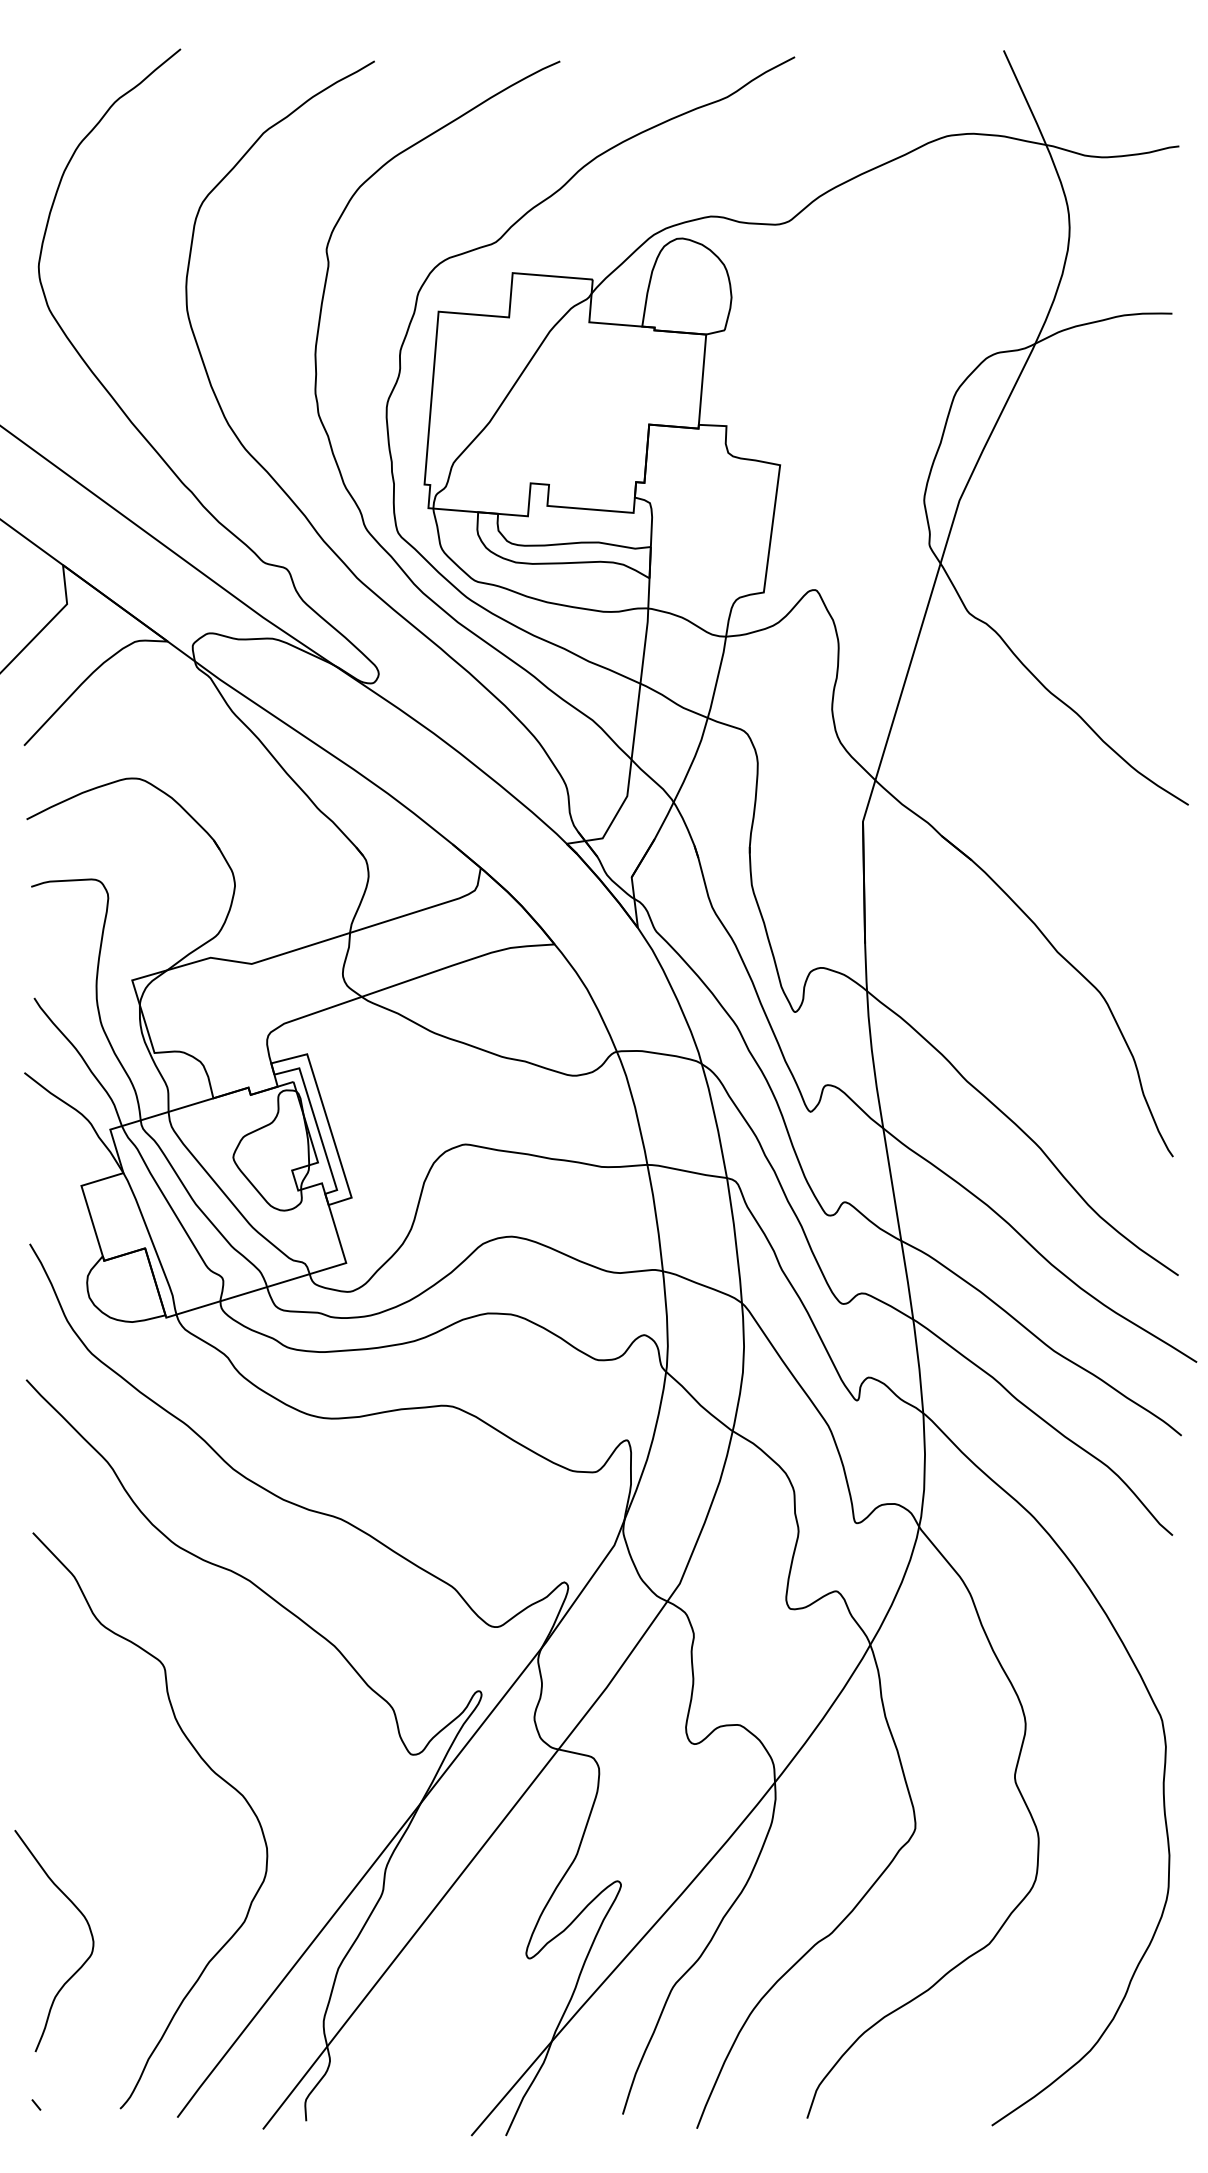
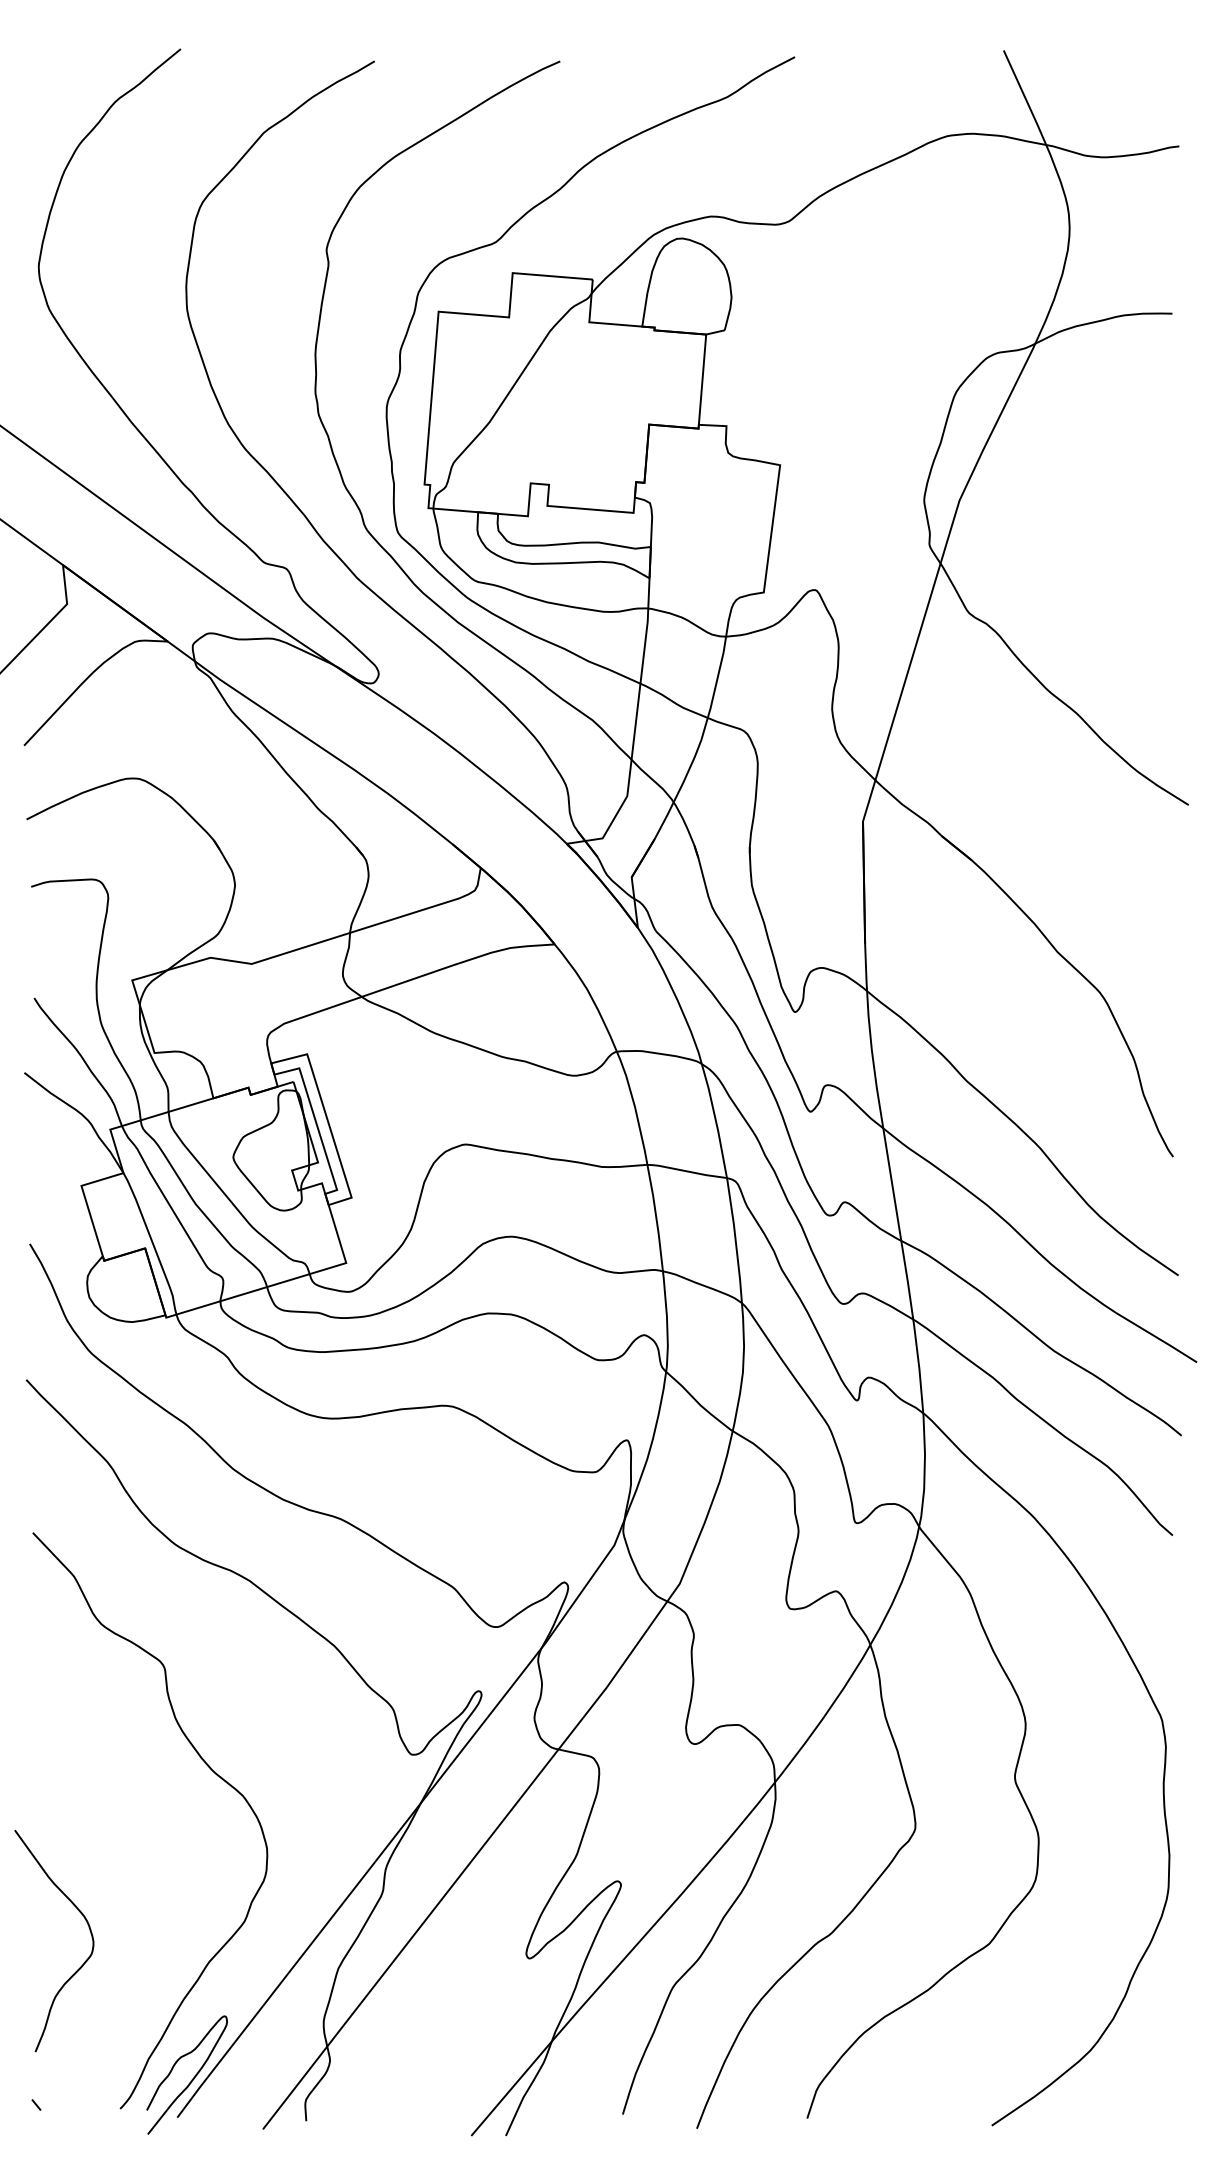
curve at (191, 2079): none -> present
